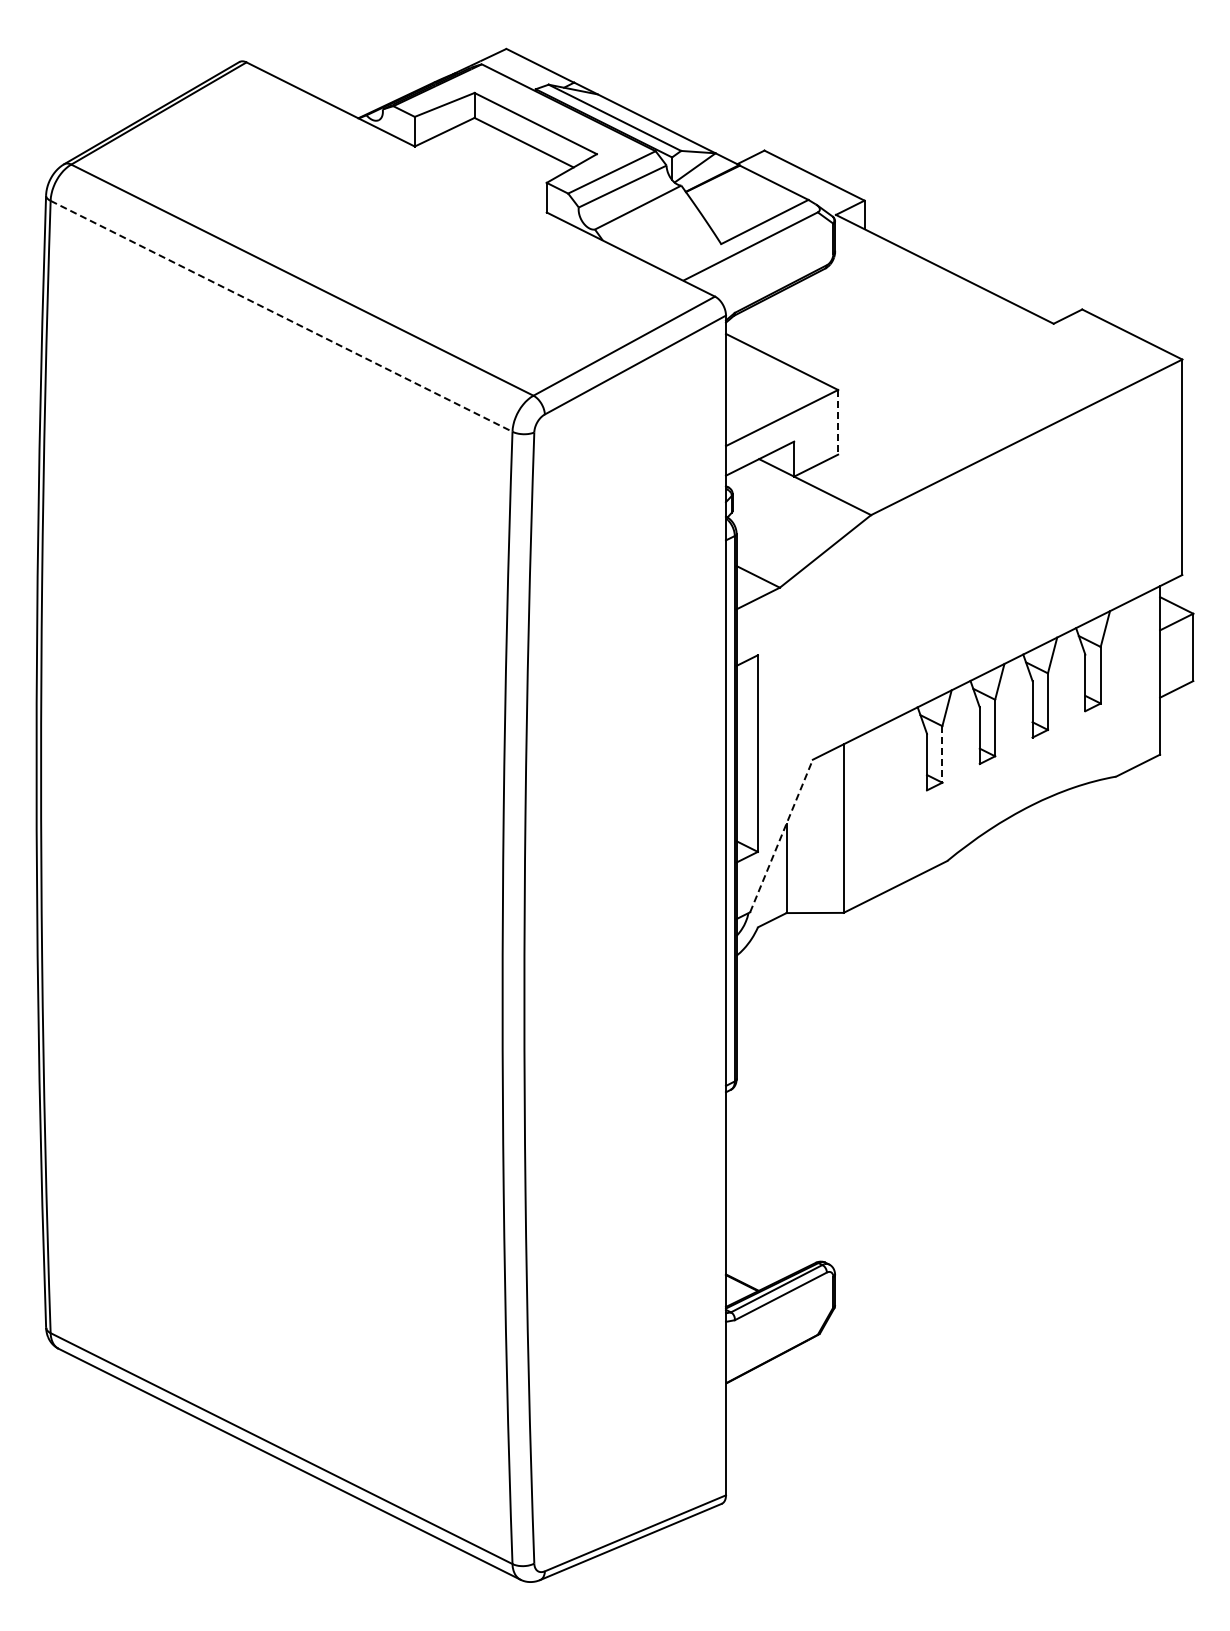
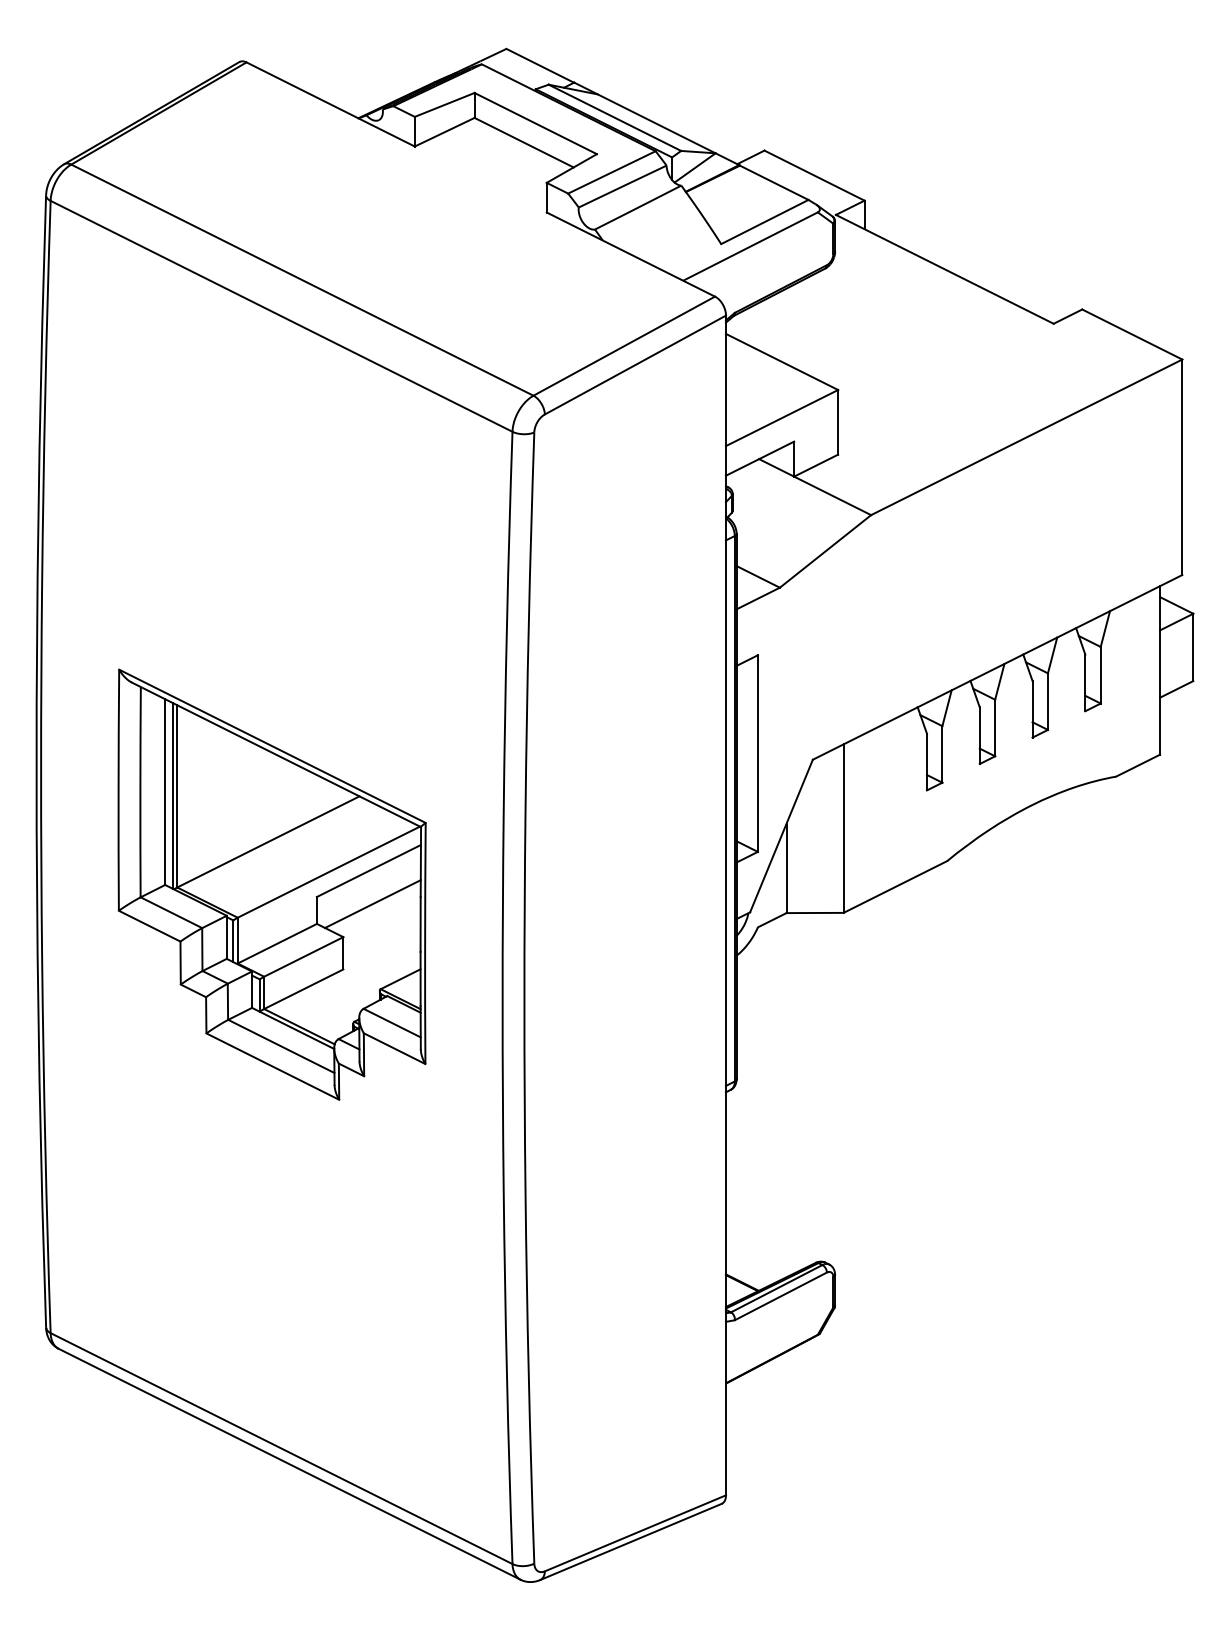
line at (282, 316): dashed -> solid
line at (838, 422): dashed -> solid
line at (942, 754): dashed -> solid
line at (781, 835): dashed -> solid
part at (271, 884): none -> present
